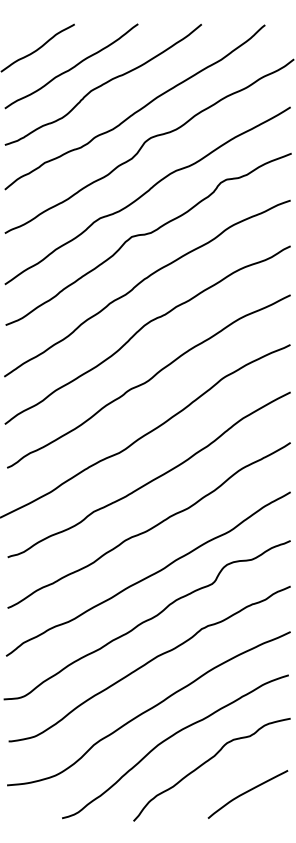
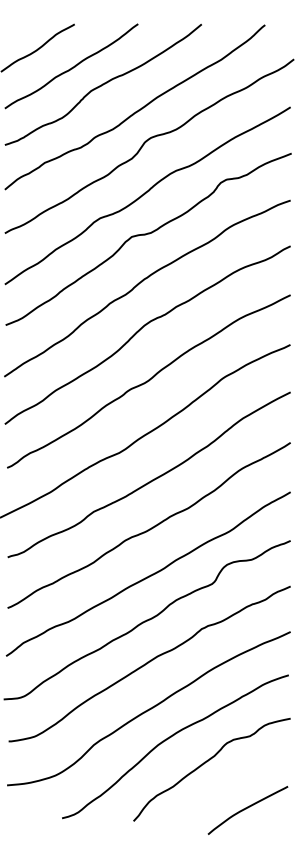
curve at (246, 793) position: (246, 793) -> (246, 809)
